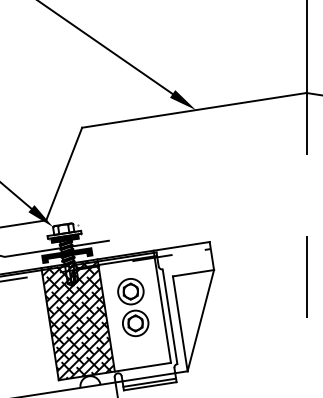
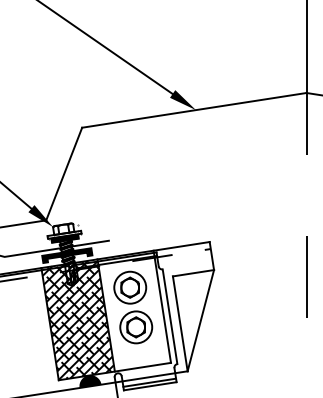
part at (133, 307) size: 33x60 px -> 41x75 px
fill at (90, 381): none -> present
